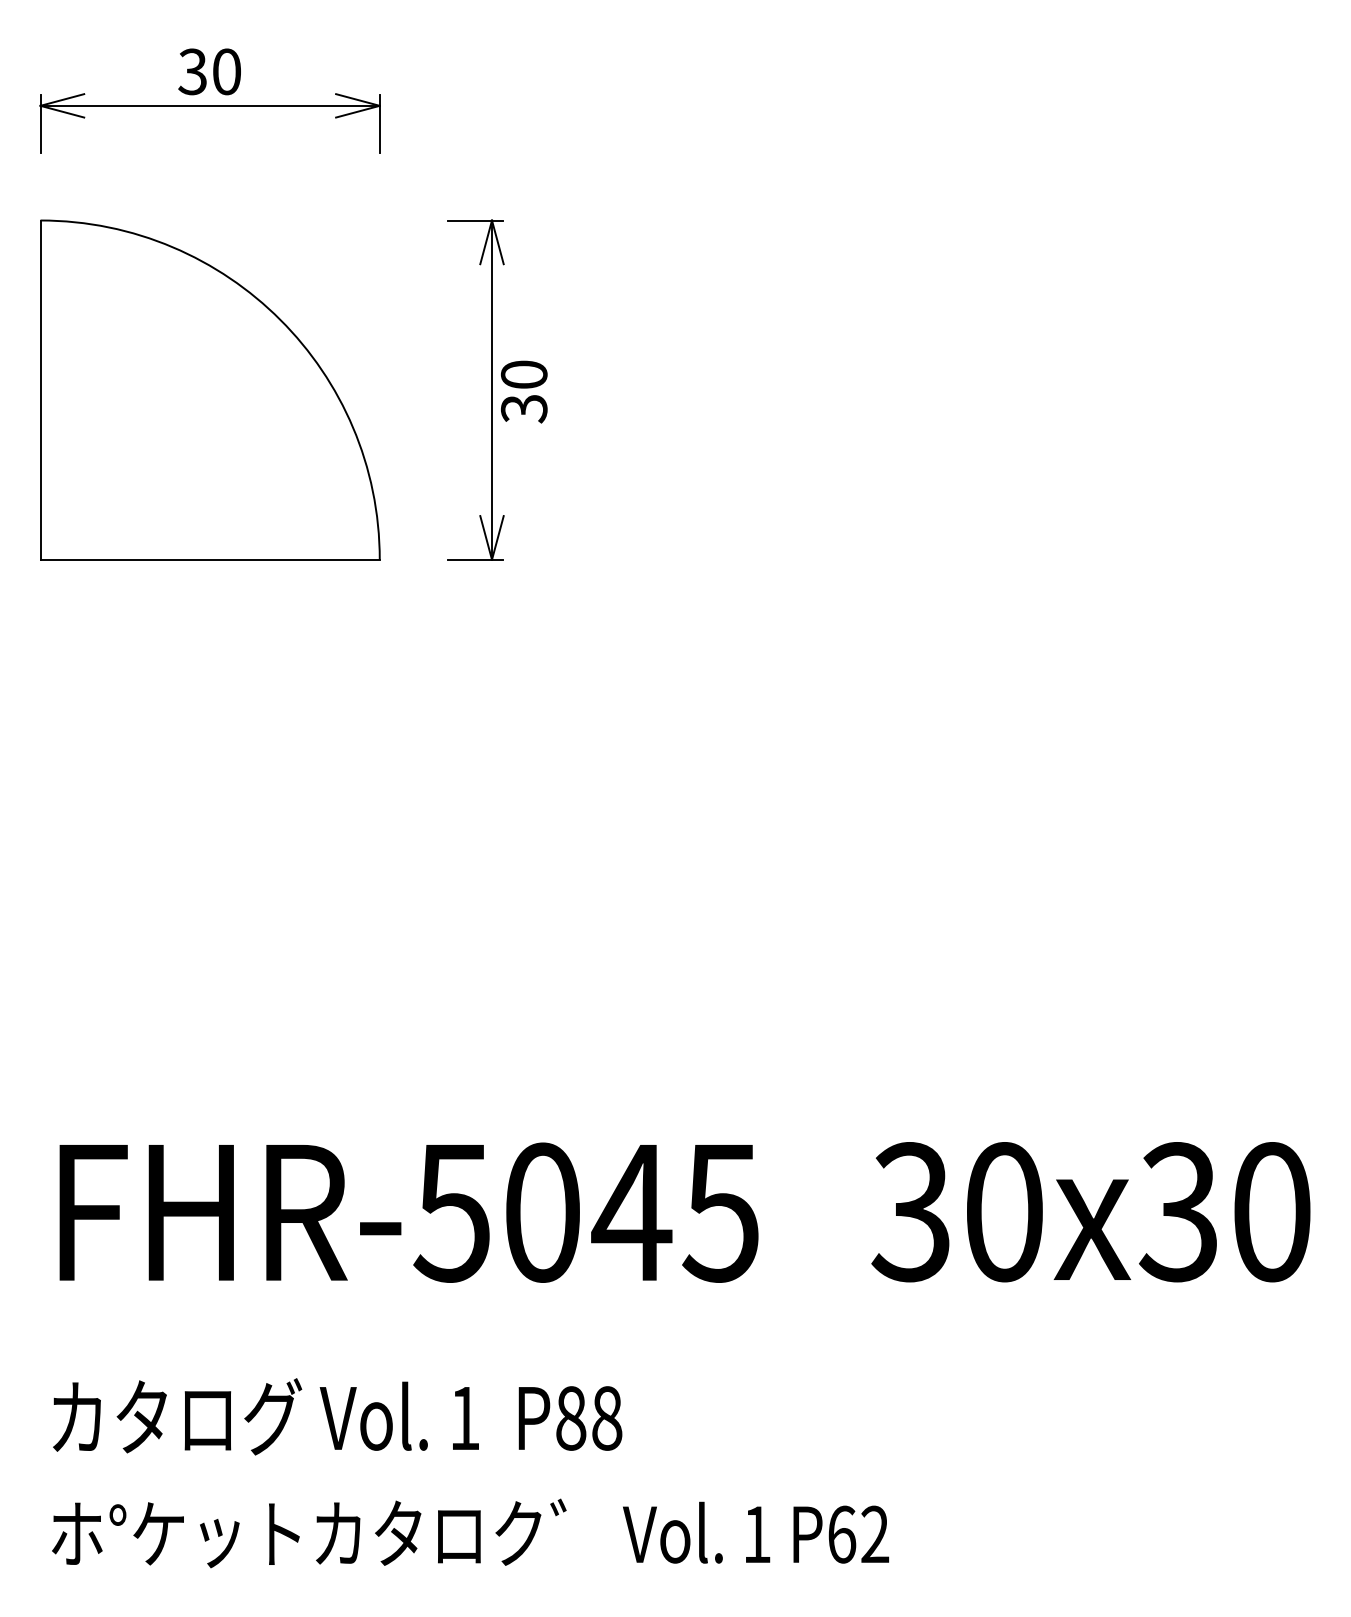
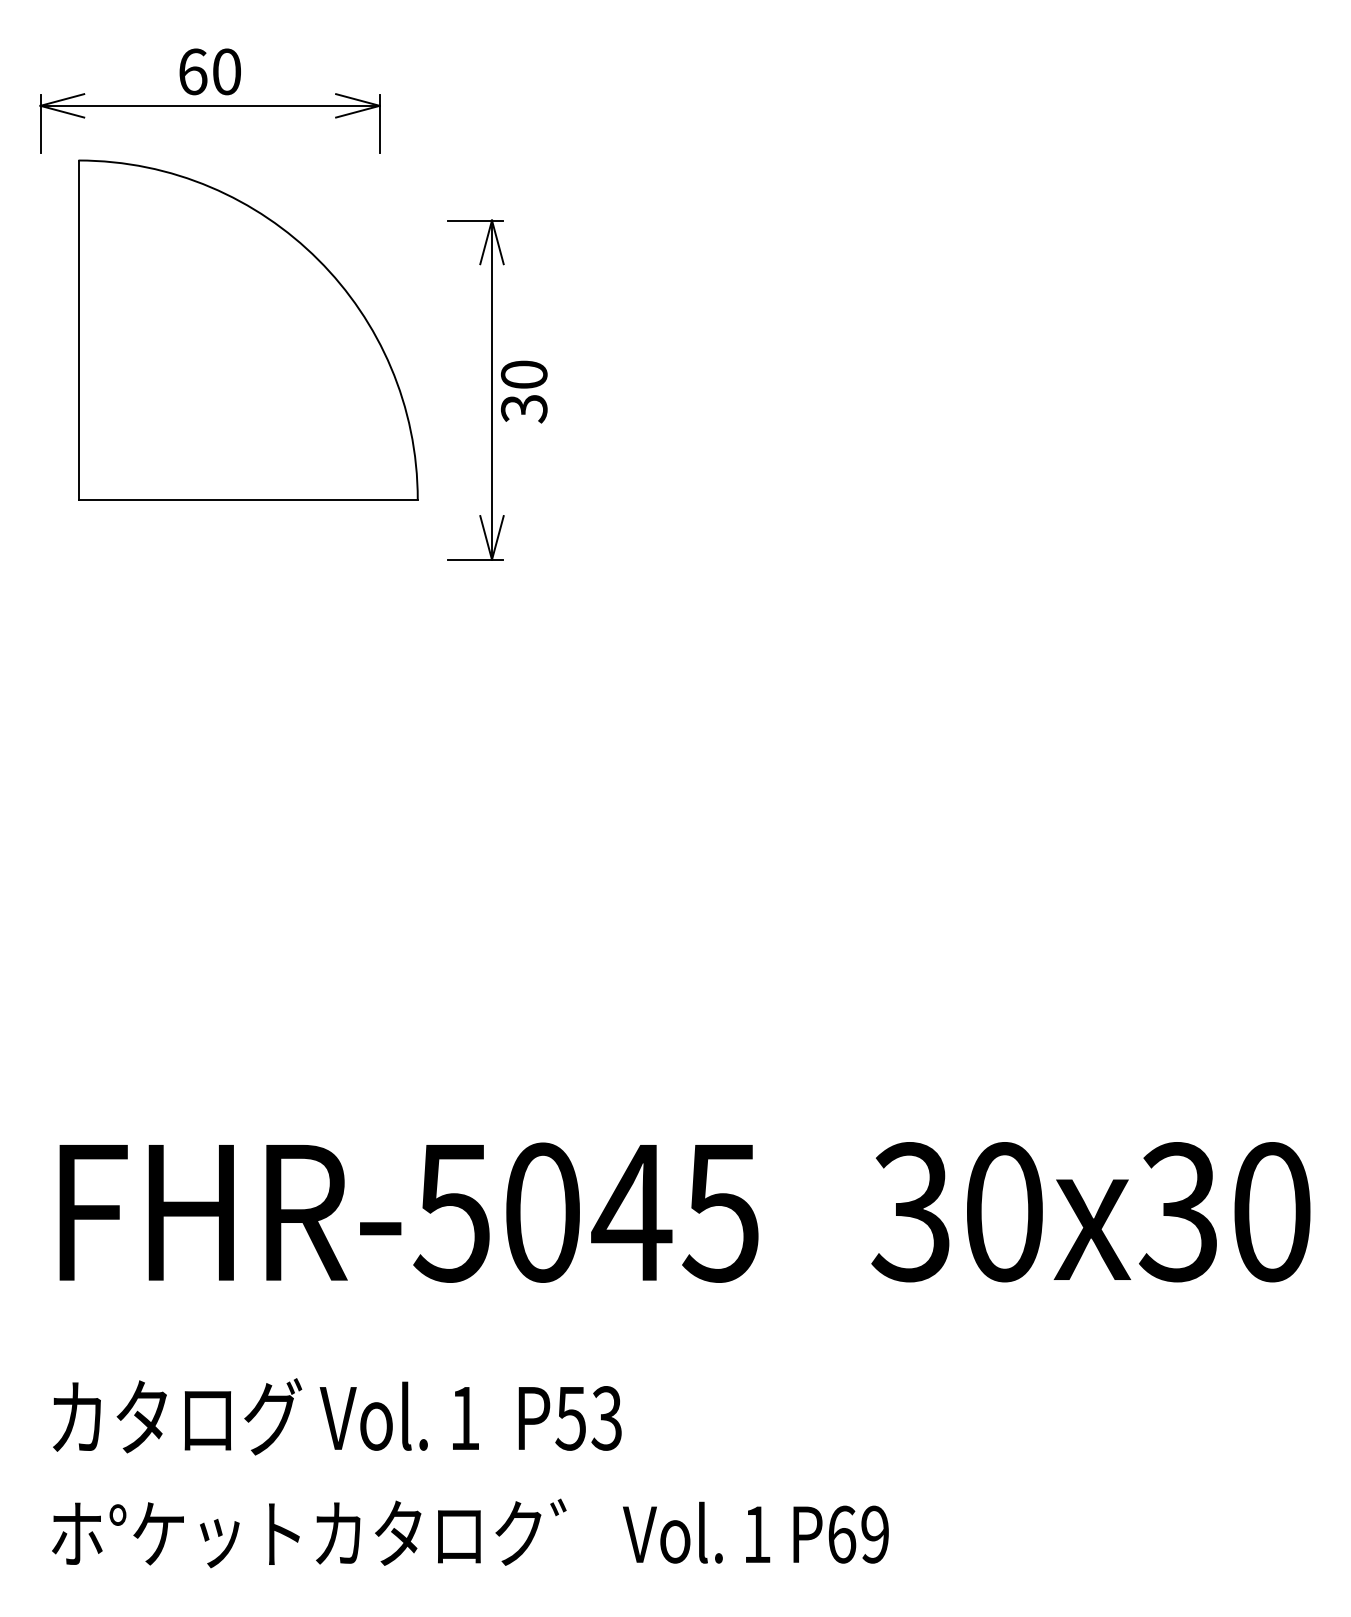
text at (192, 71): 30 -> 60
part at (210, 389) position: (210, 389) -> (248, 329)
text at (588, 1418): P88 -> P53
text at (875, 1534): P62 -> P69
